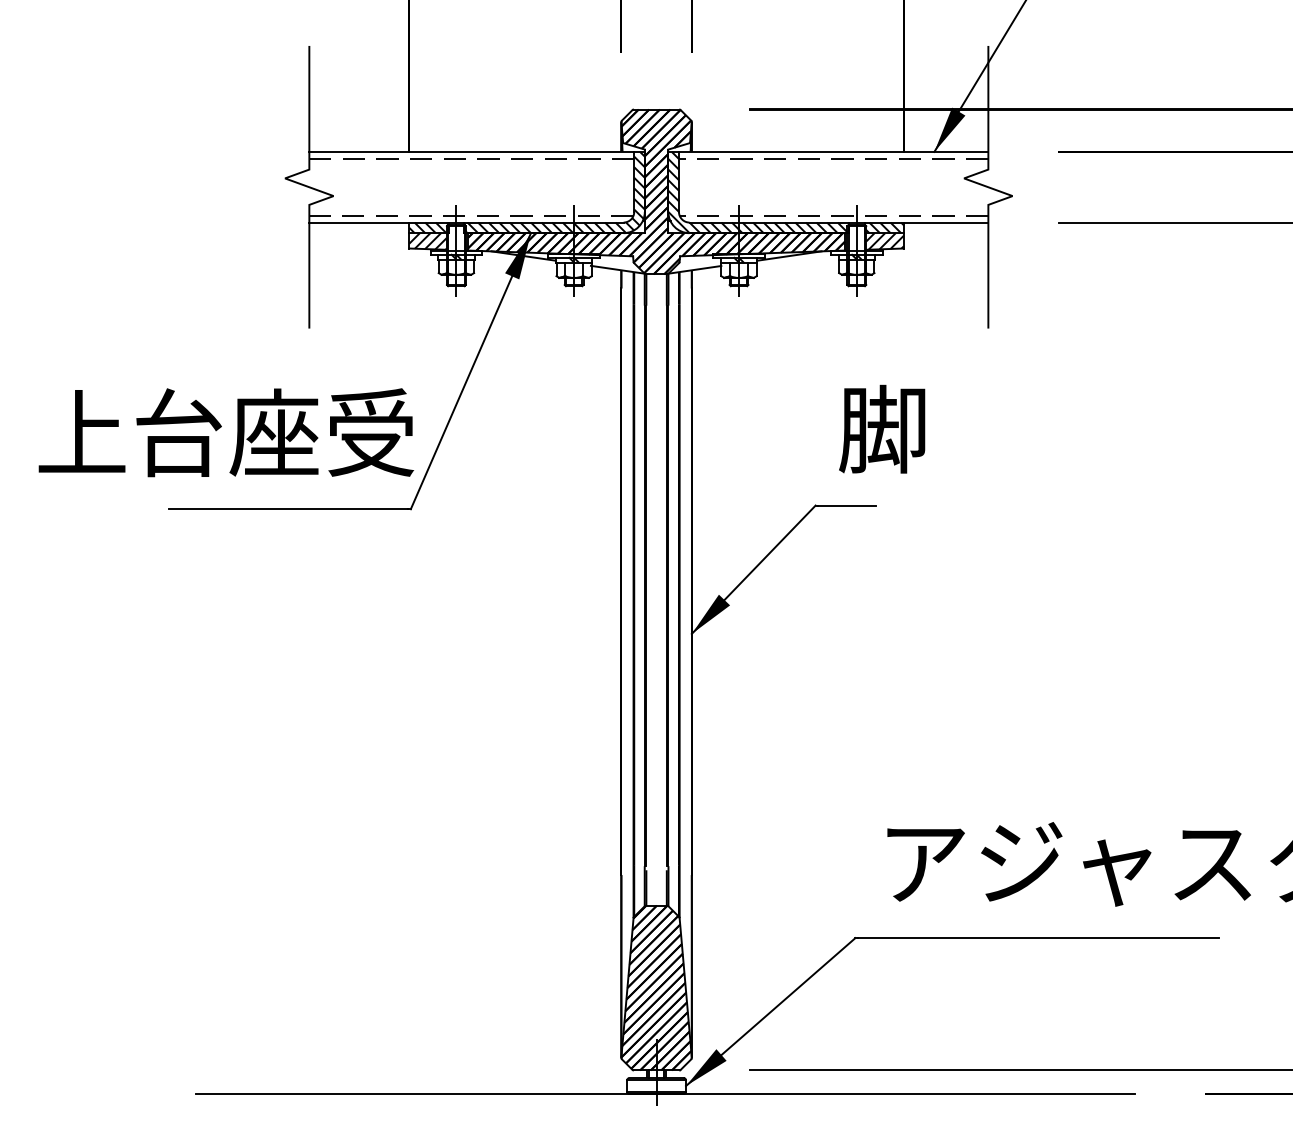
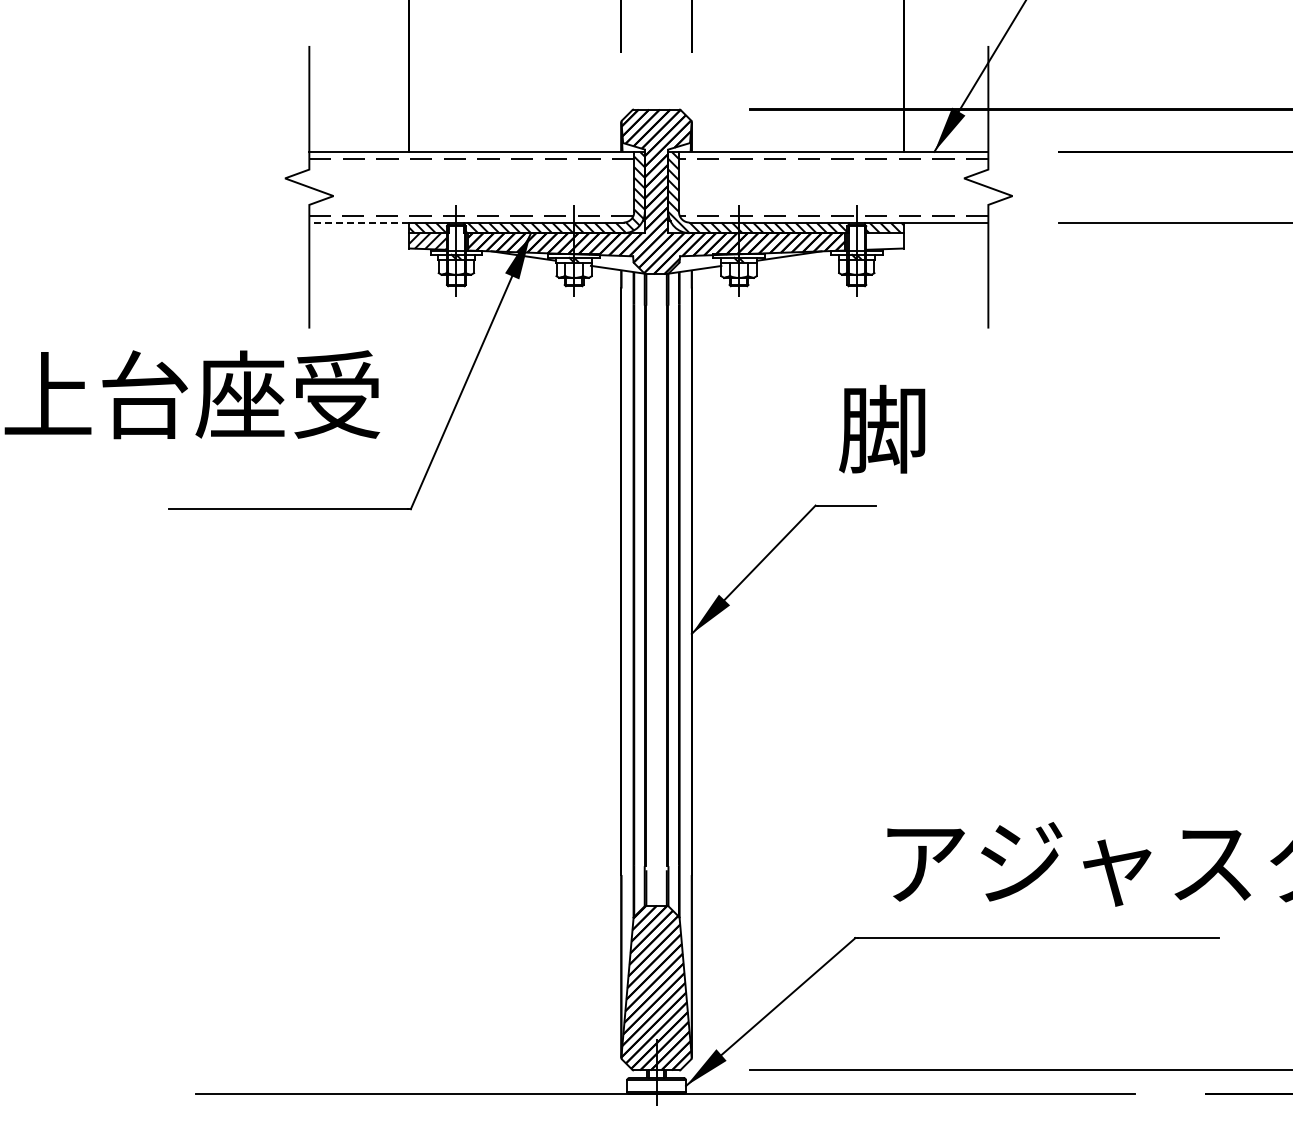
line at (359, 222): solid -> dashed
hatch at (884, 241): present -> none
text at (226, 432) position: (226, 432) -> (192, 394)
